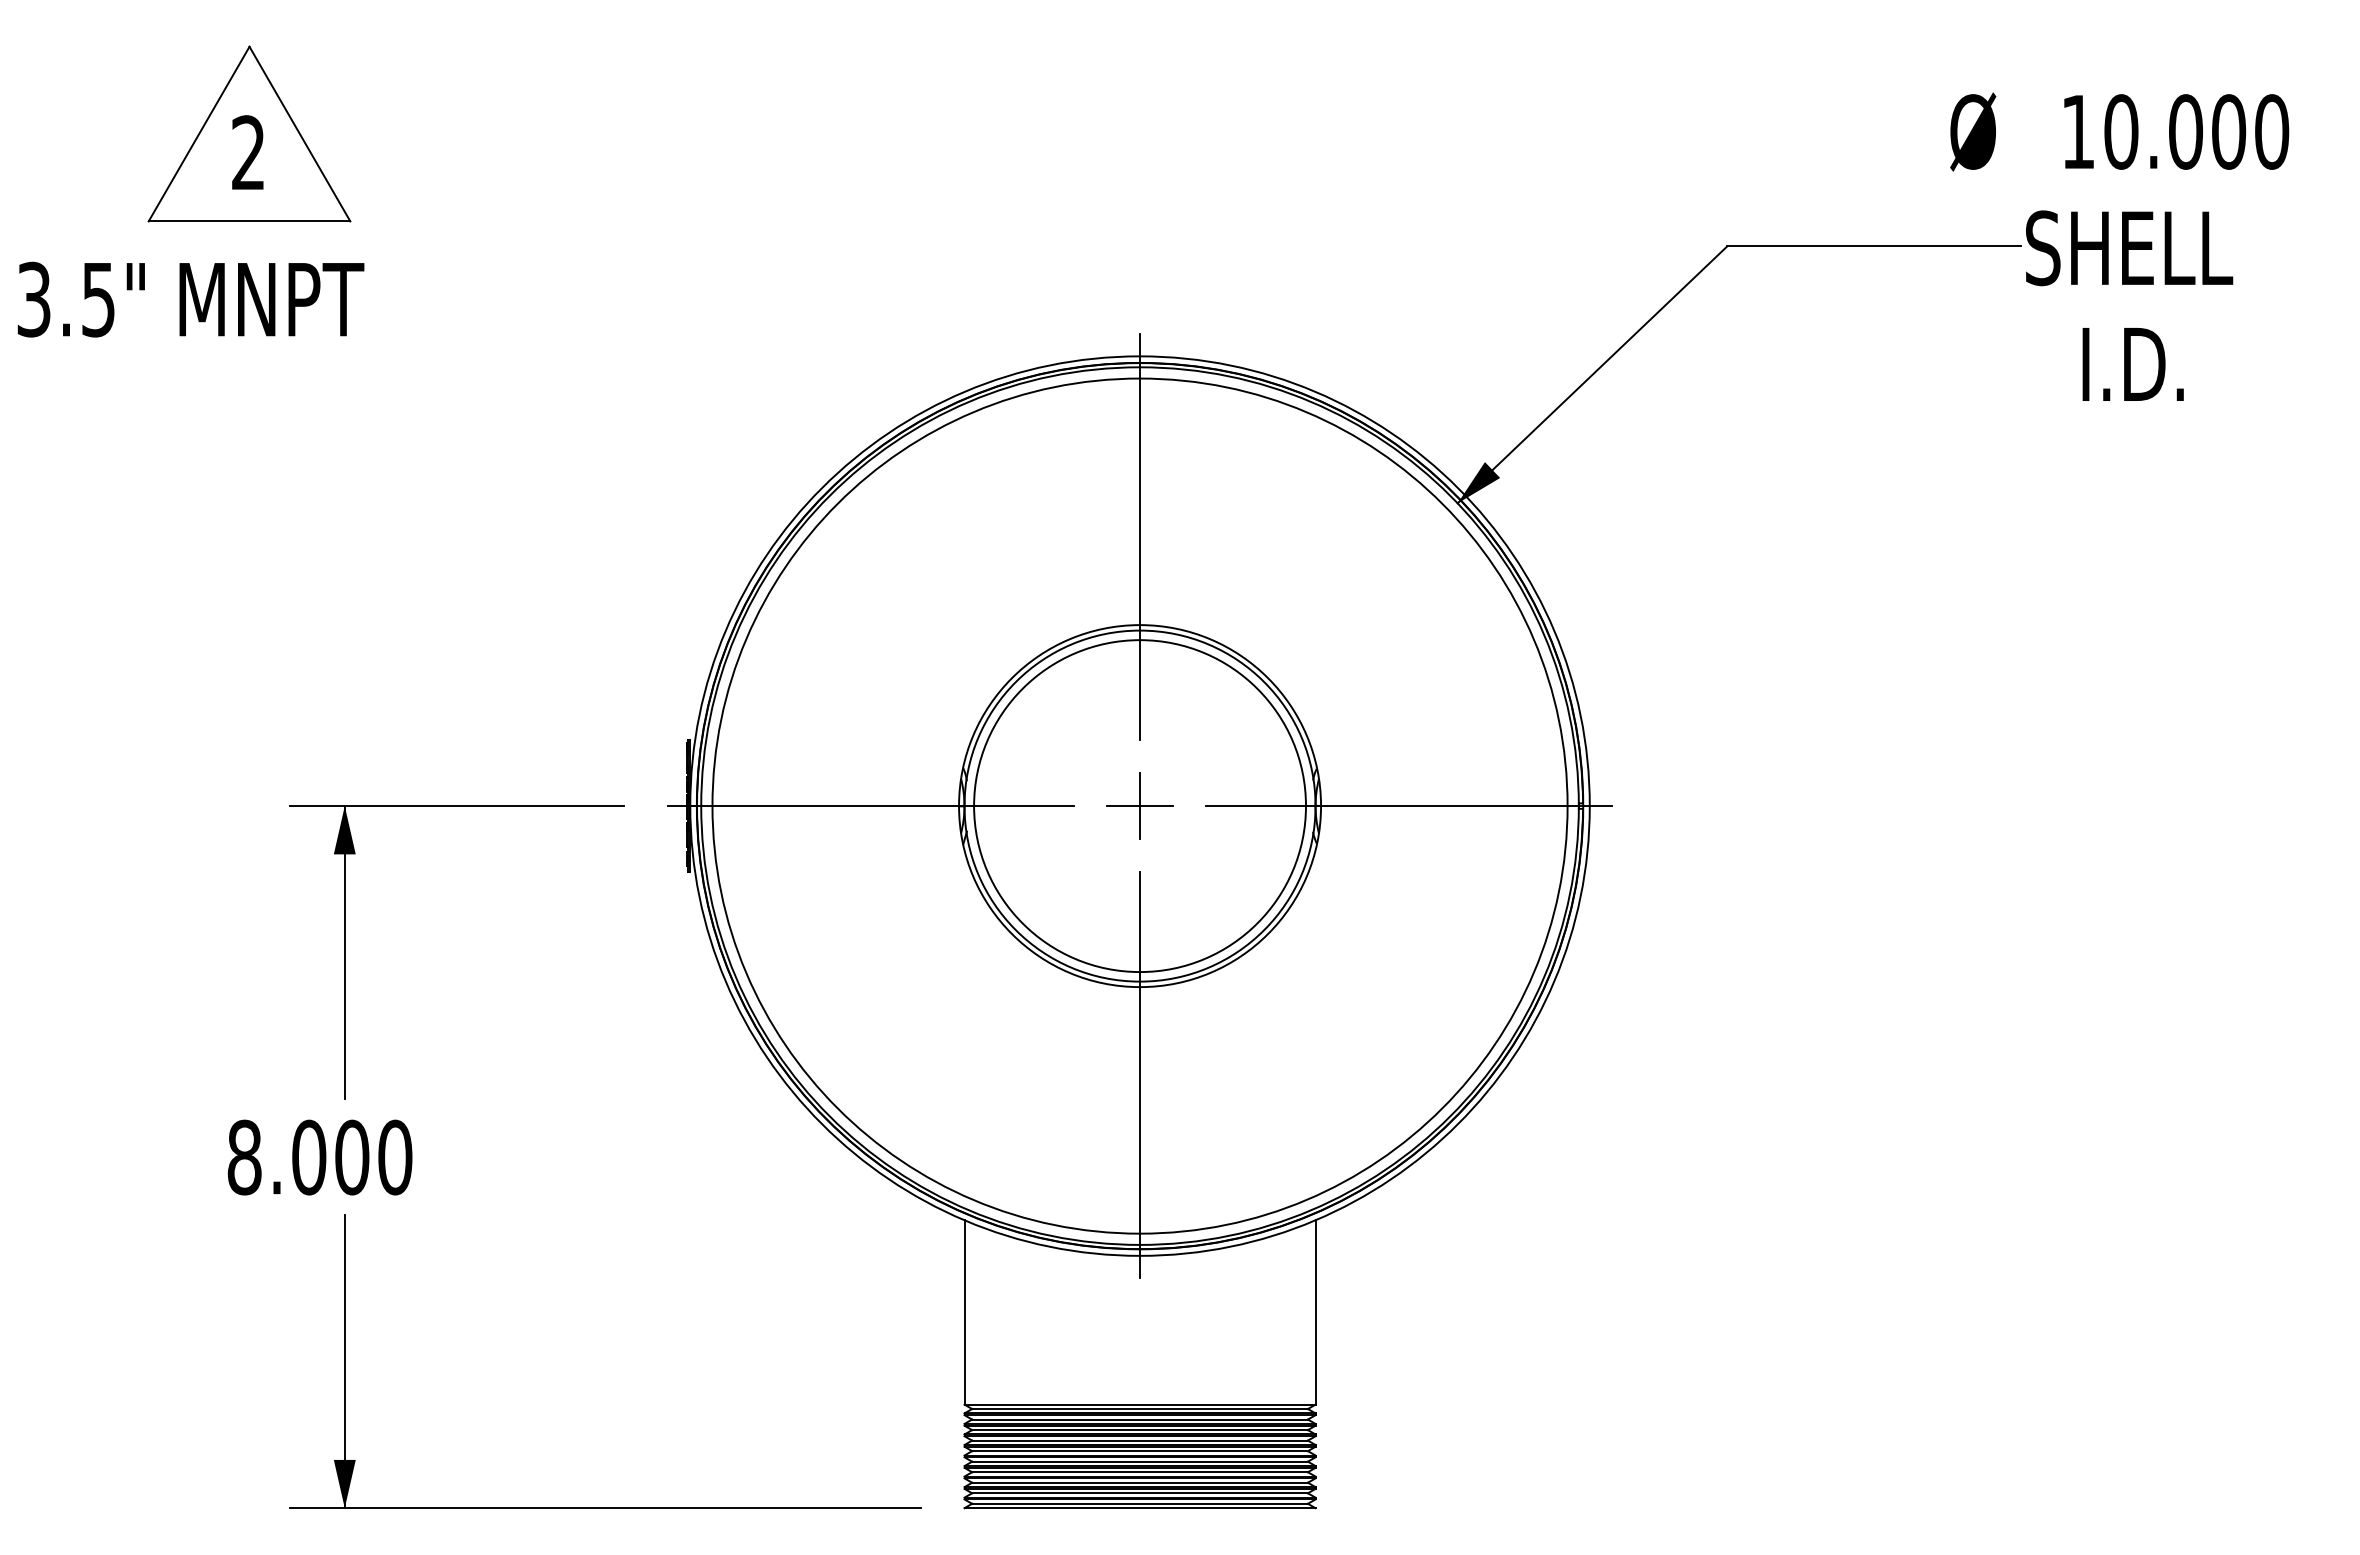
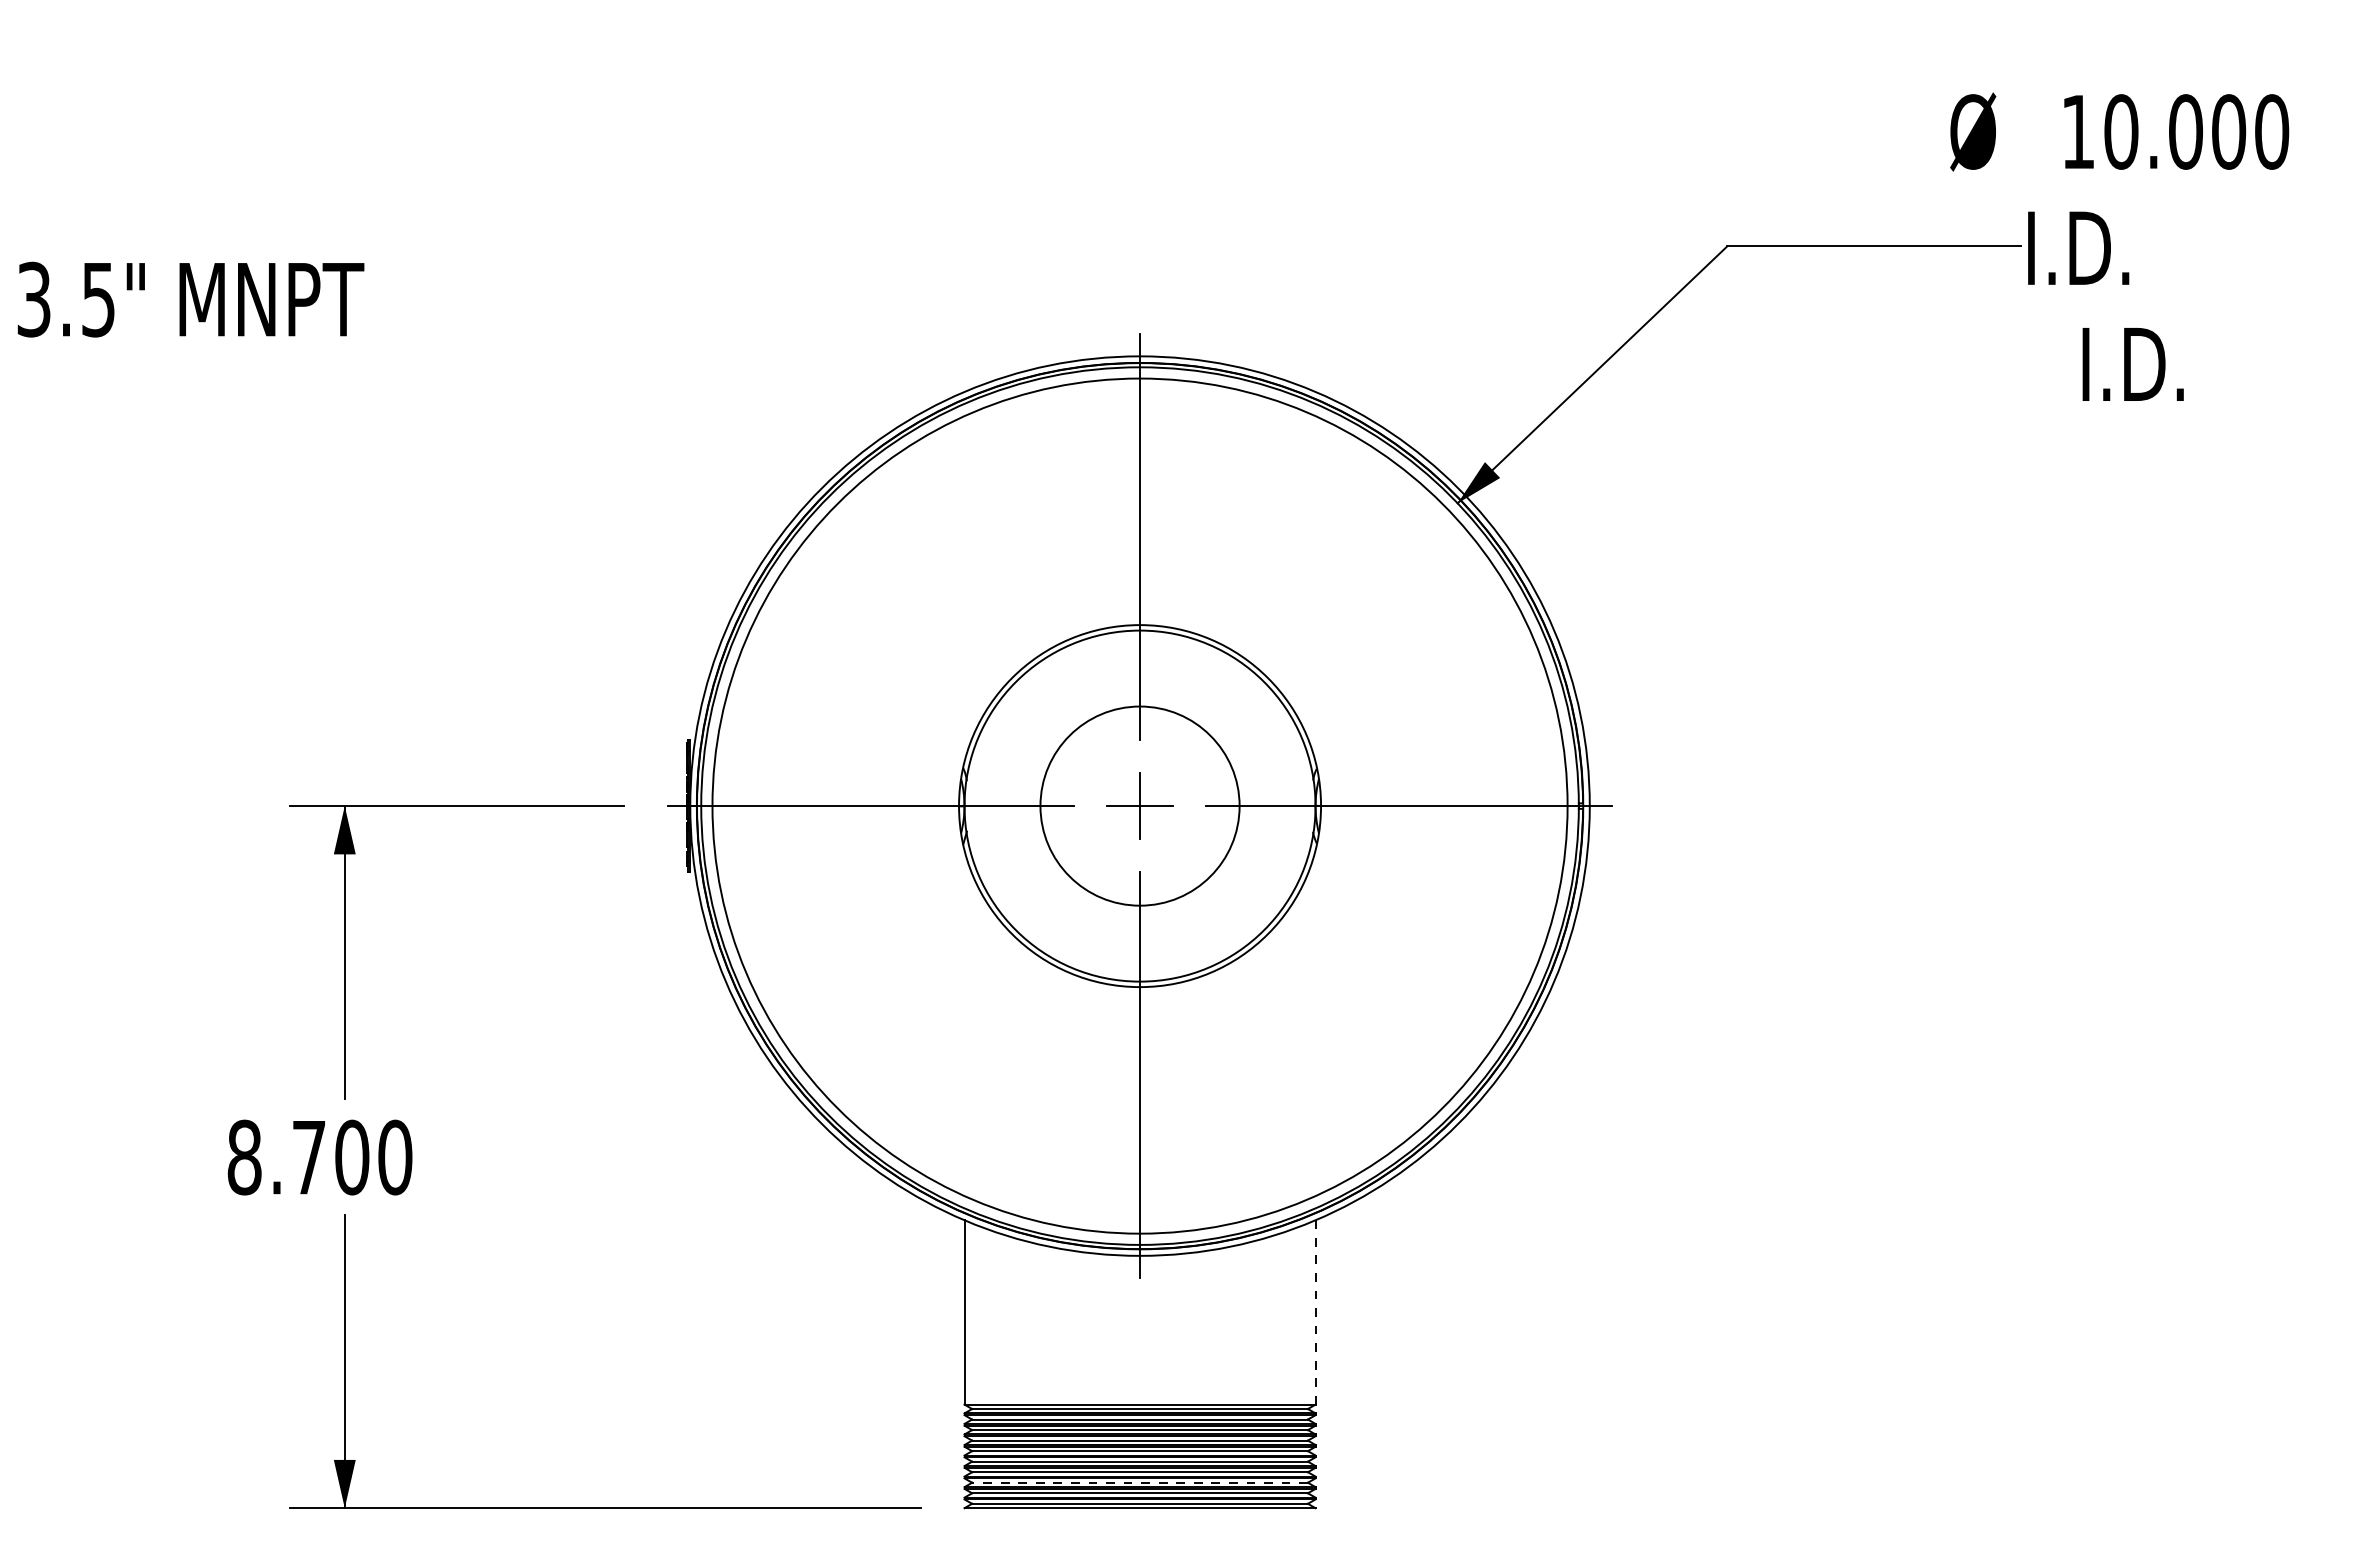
part at (249, 133): present -> none
text at (2129, 248): SHELL -> I.D.
circle at (1140, 806) diameter: 332 px -> 199 px
text at (309, 1157): 8.000 -> 8.700
line at (1315, 1311): solid -> dashed
line at (1140, 1482): solid -> dashed
